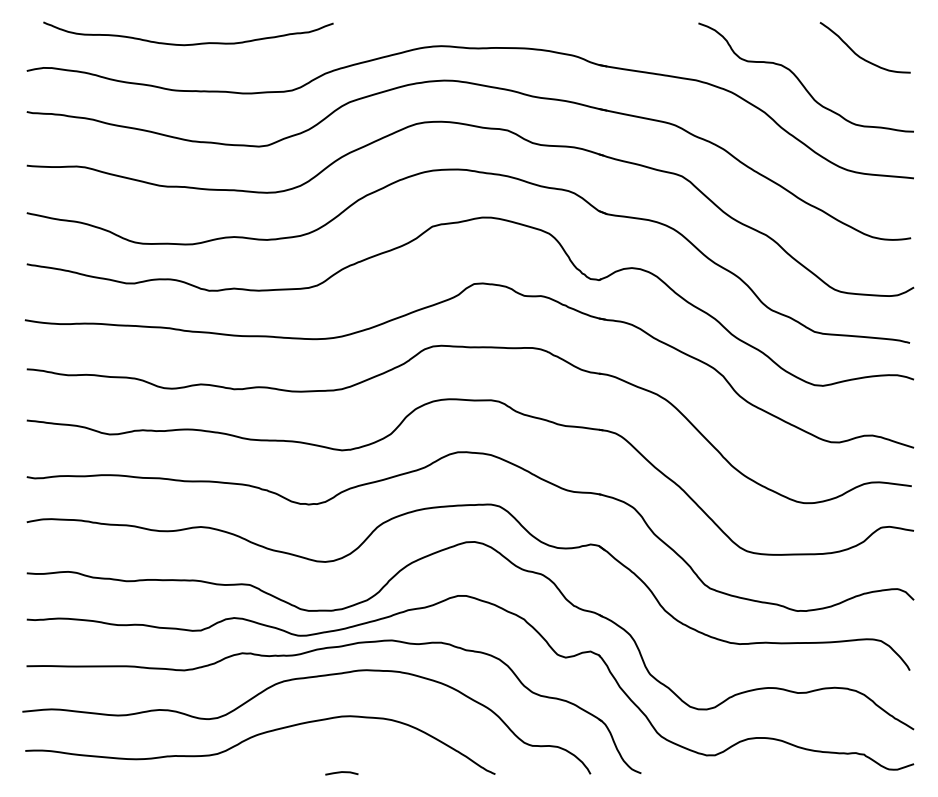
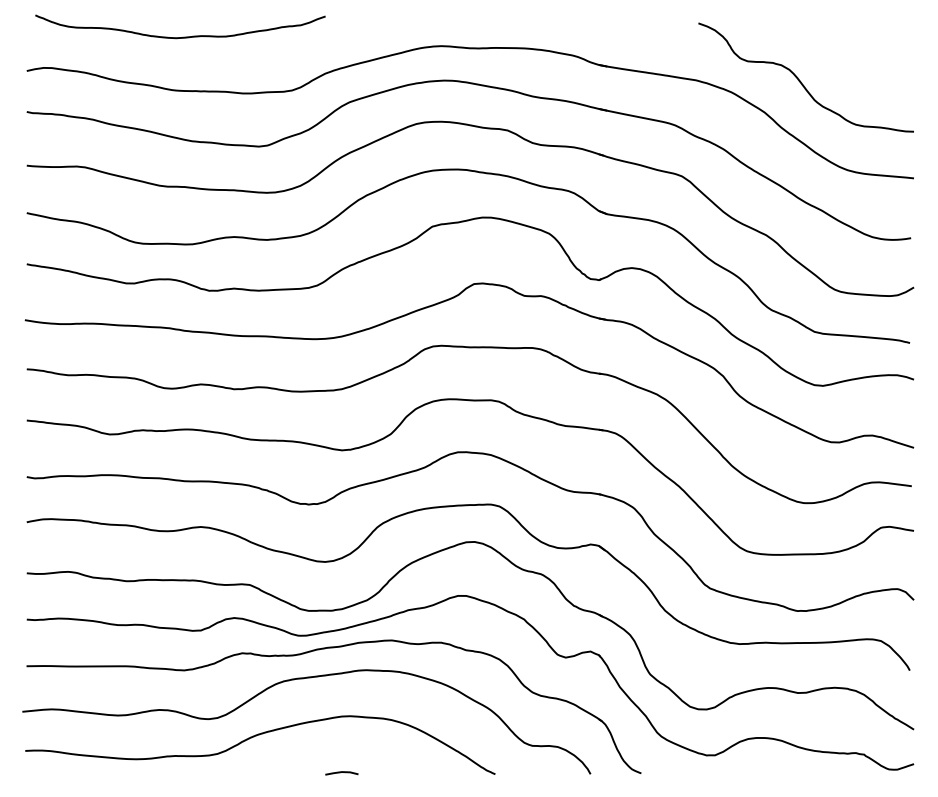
curve at (191, 43) position: (191, 43) -> (183, 36)
curve at (858, 54): present -> none
